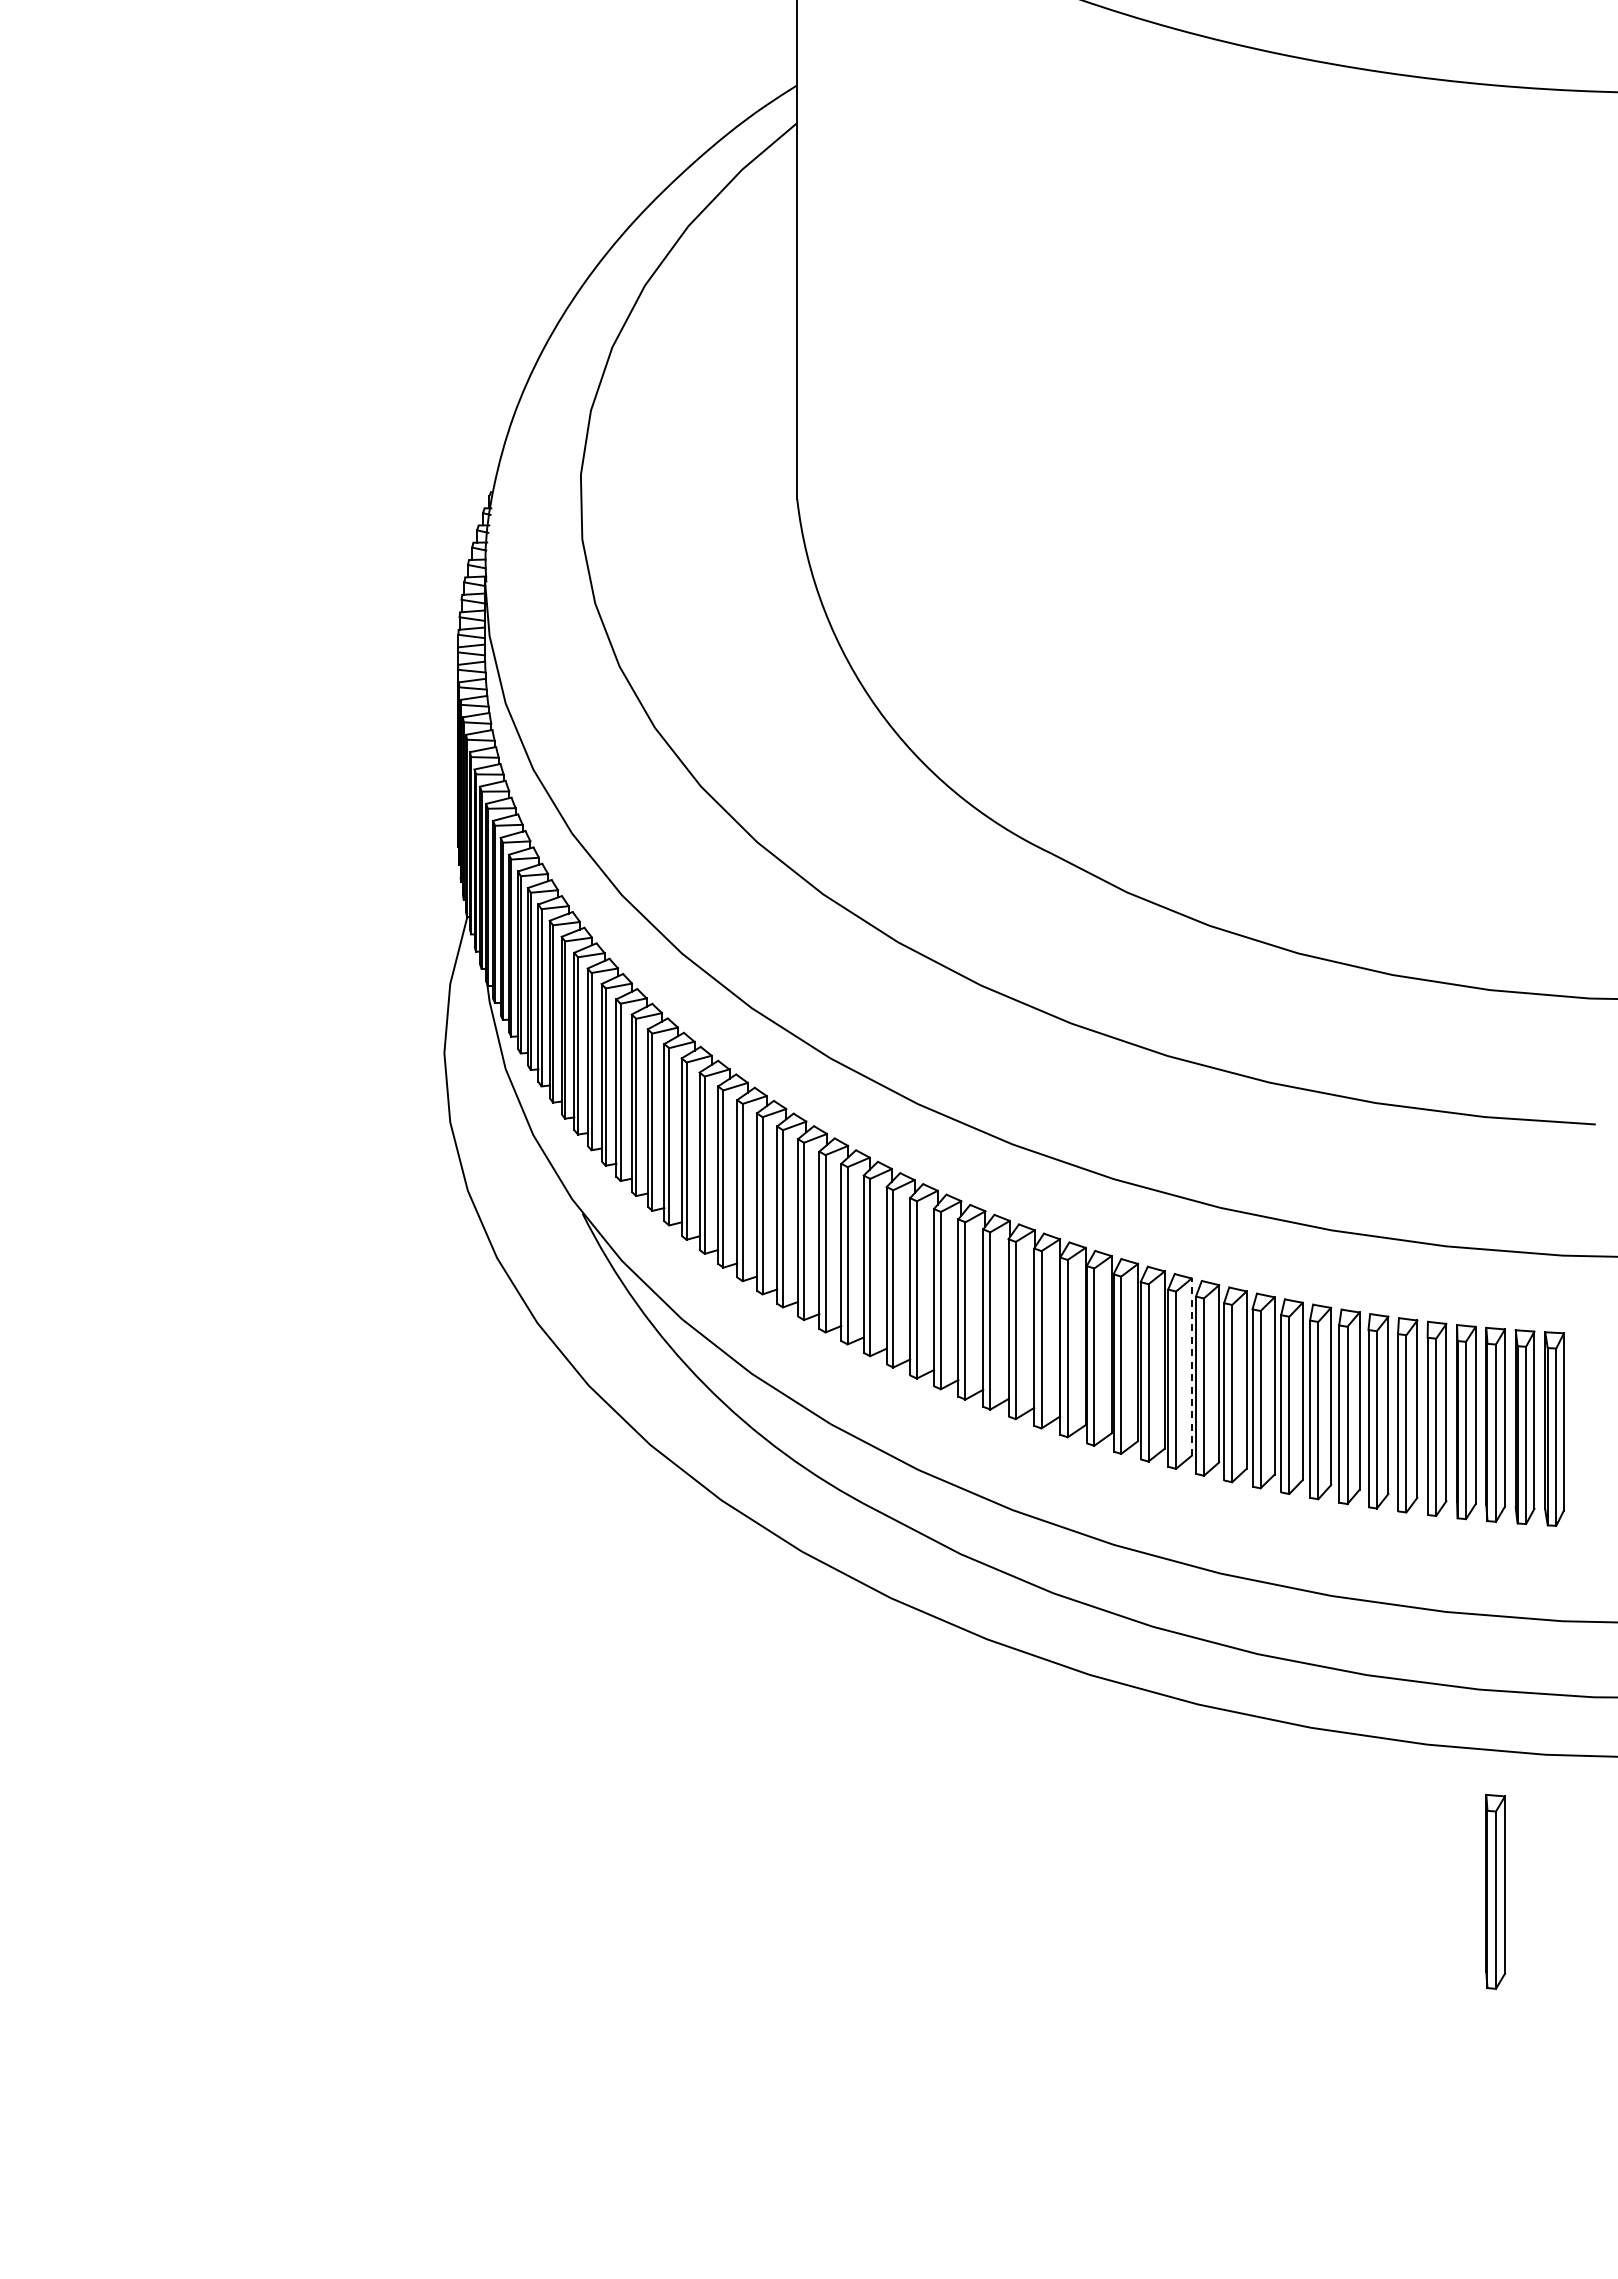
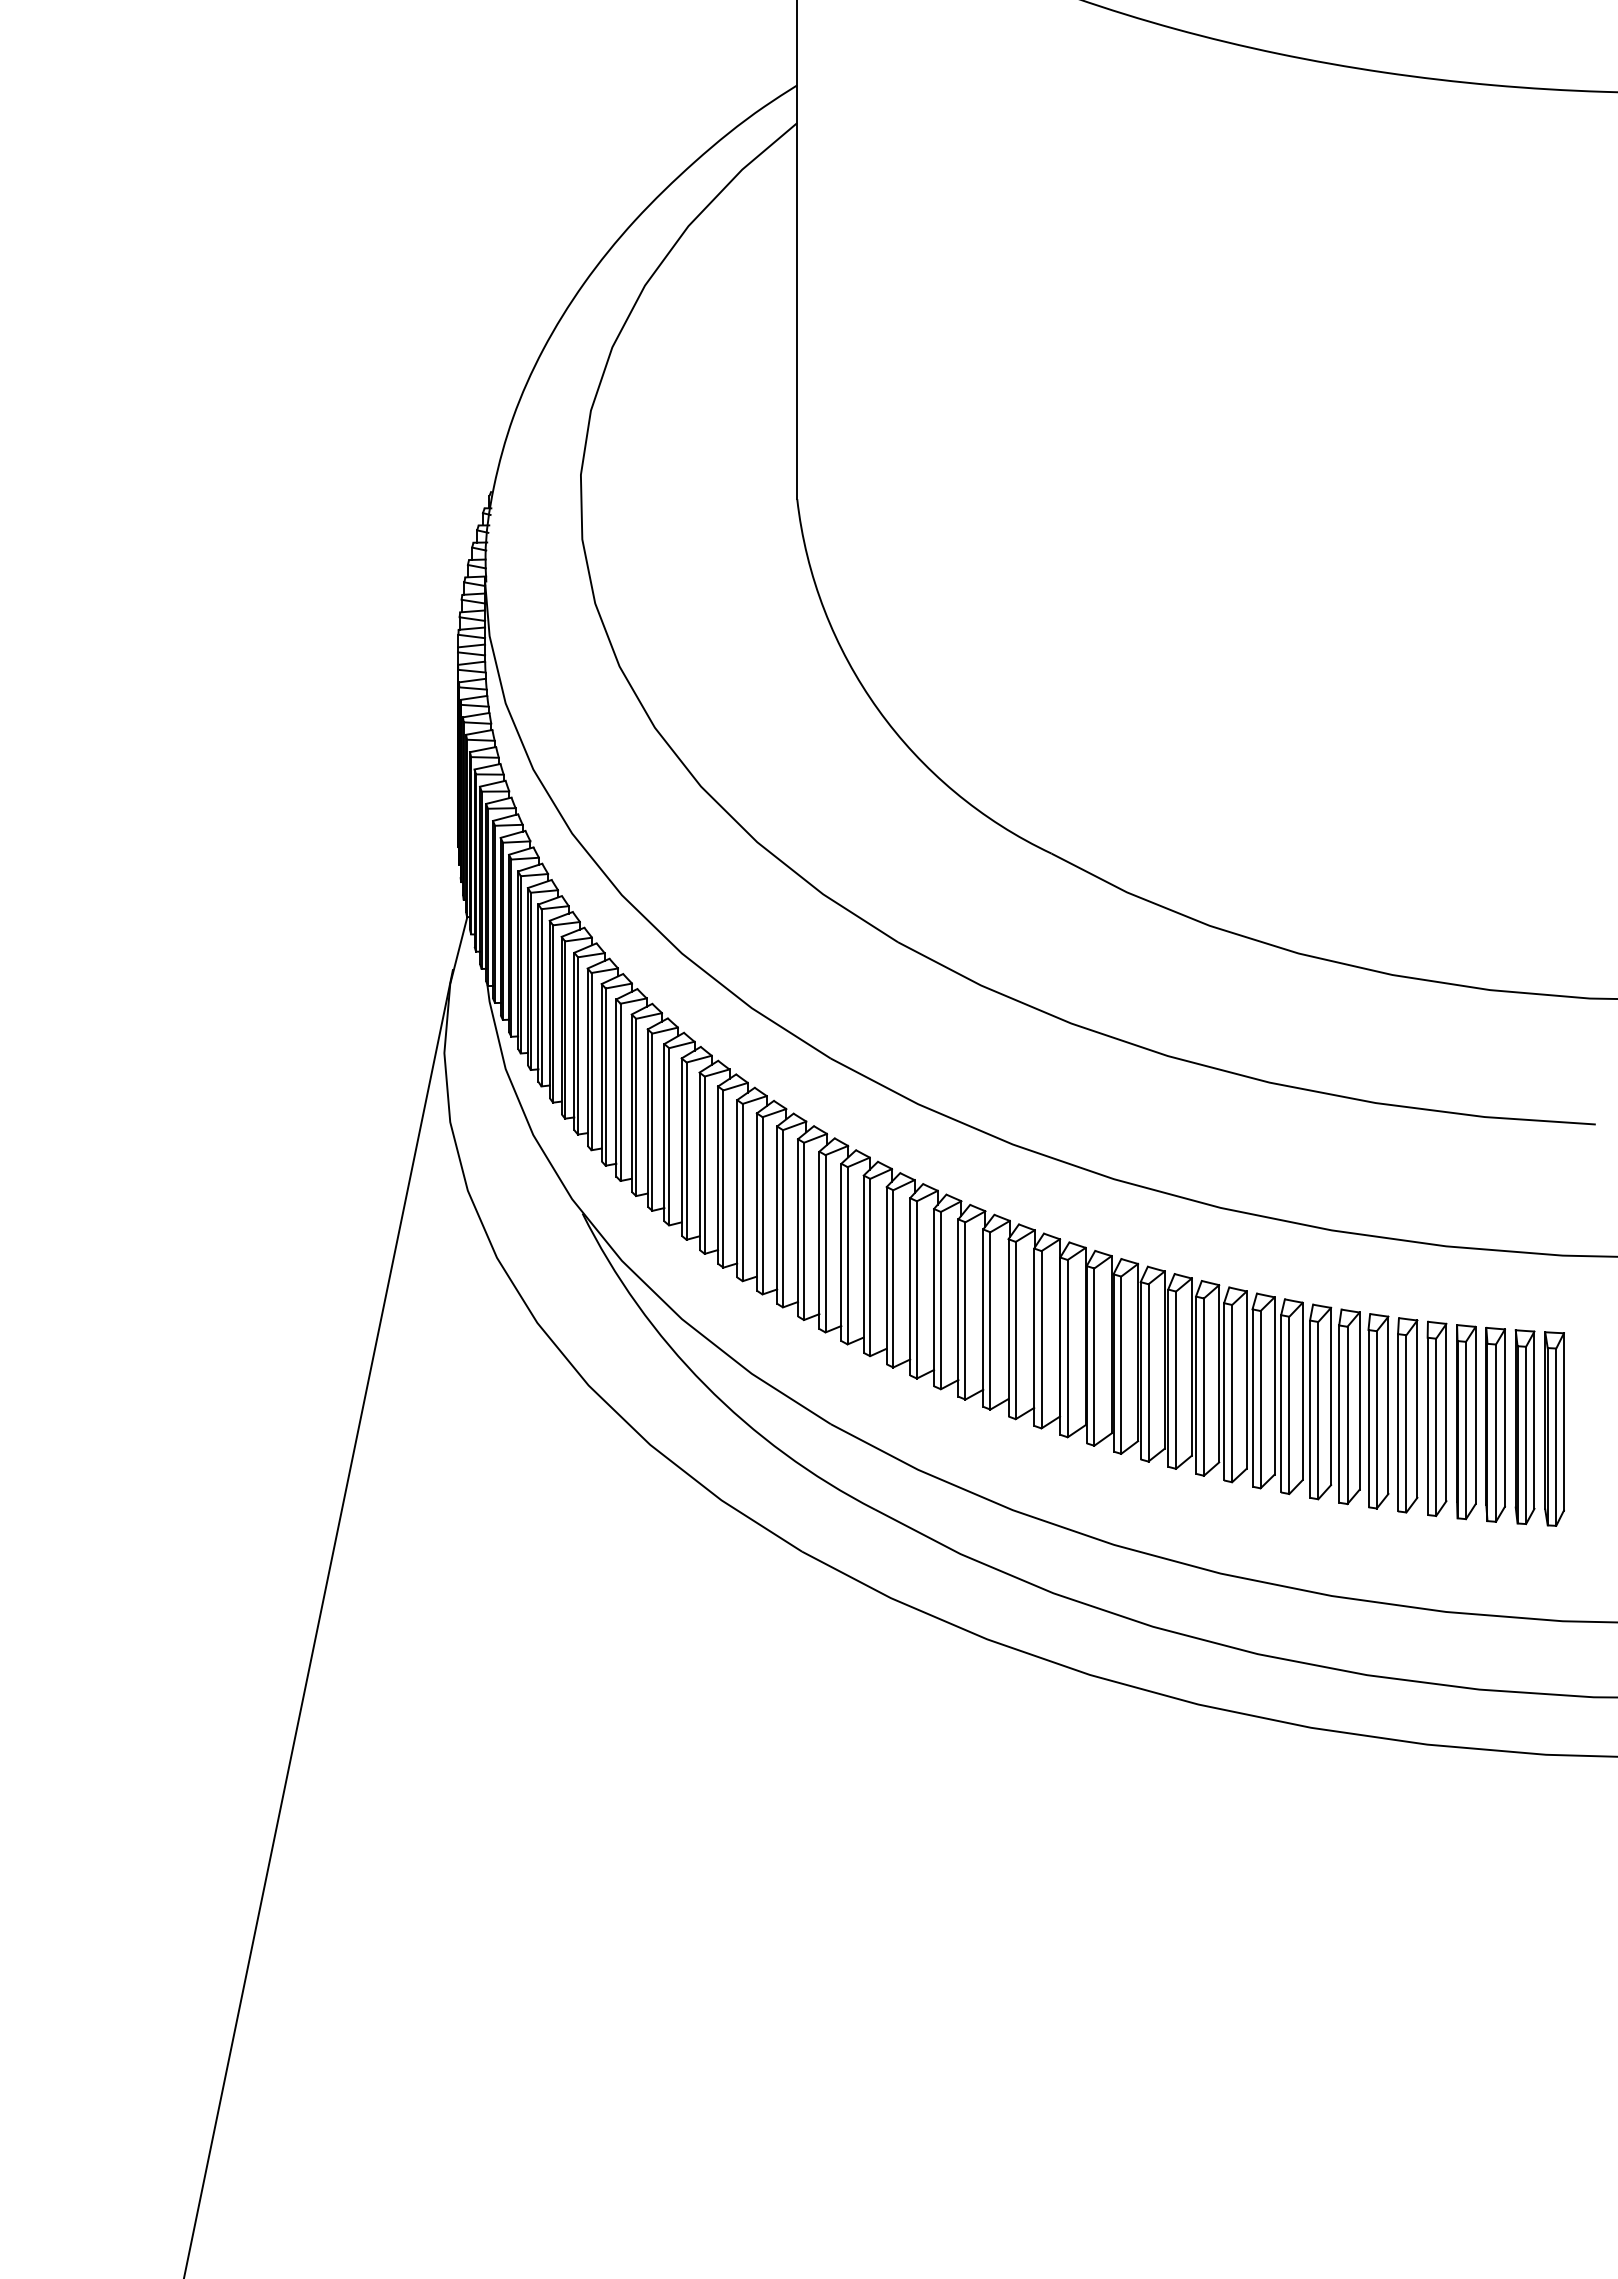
line at (1191, 1367): dashed -> solid
line at (318, 1622): none -> present
part at (1495, 1891): present -> none
